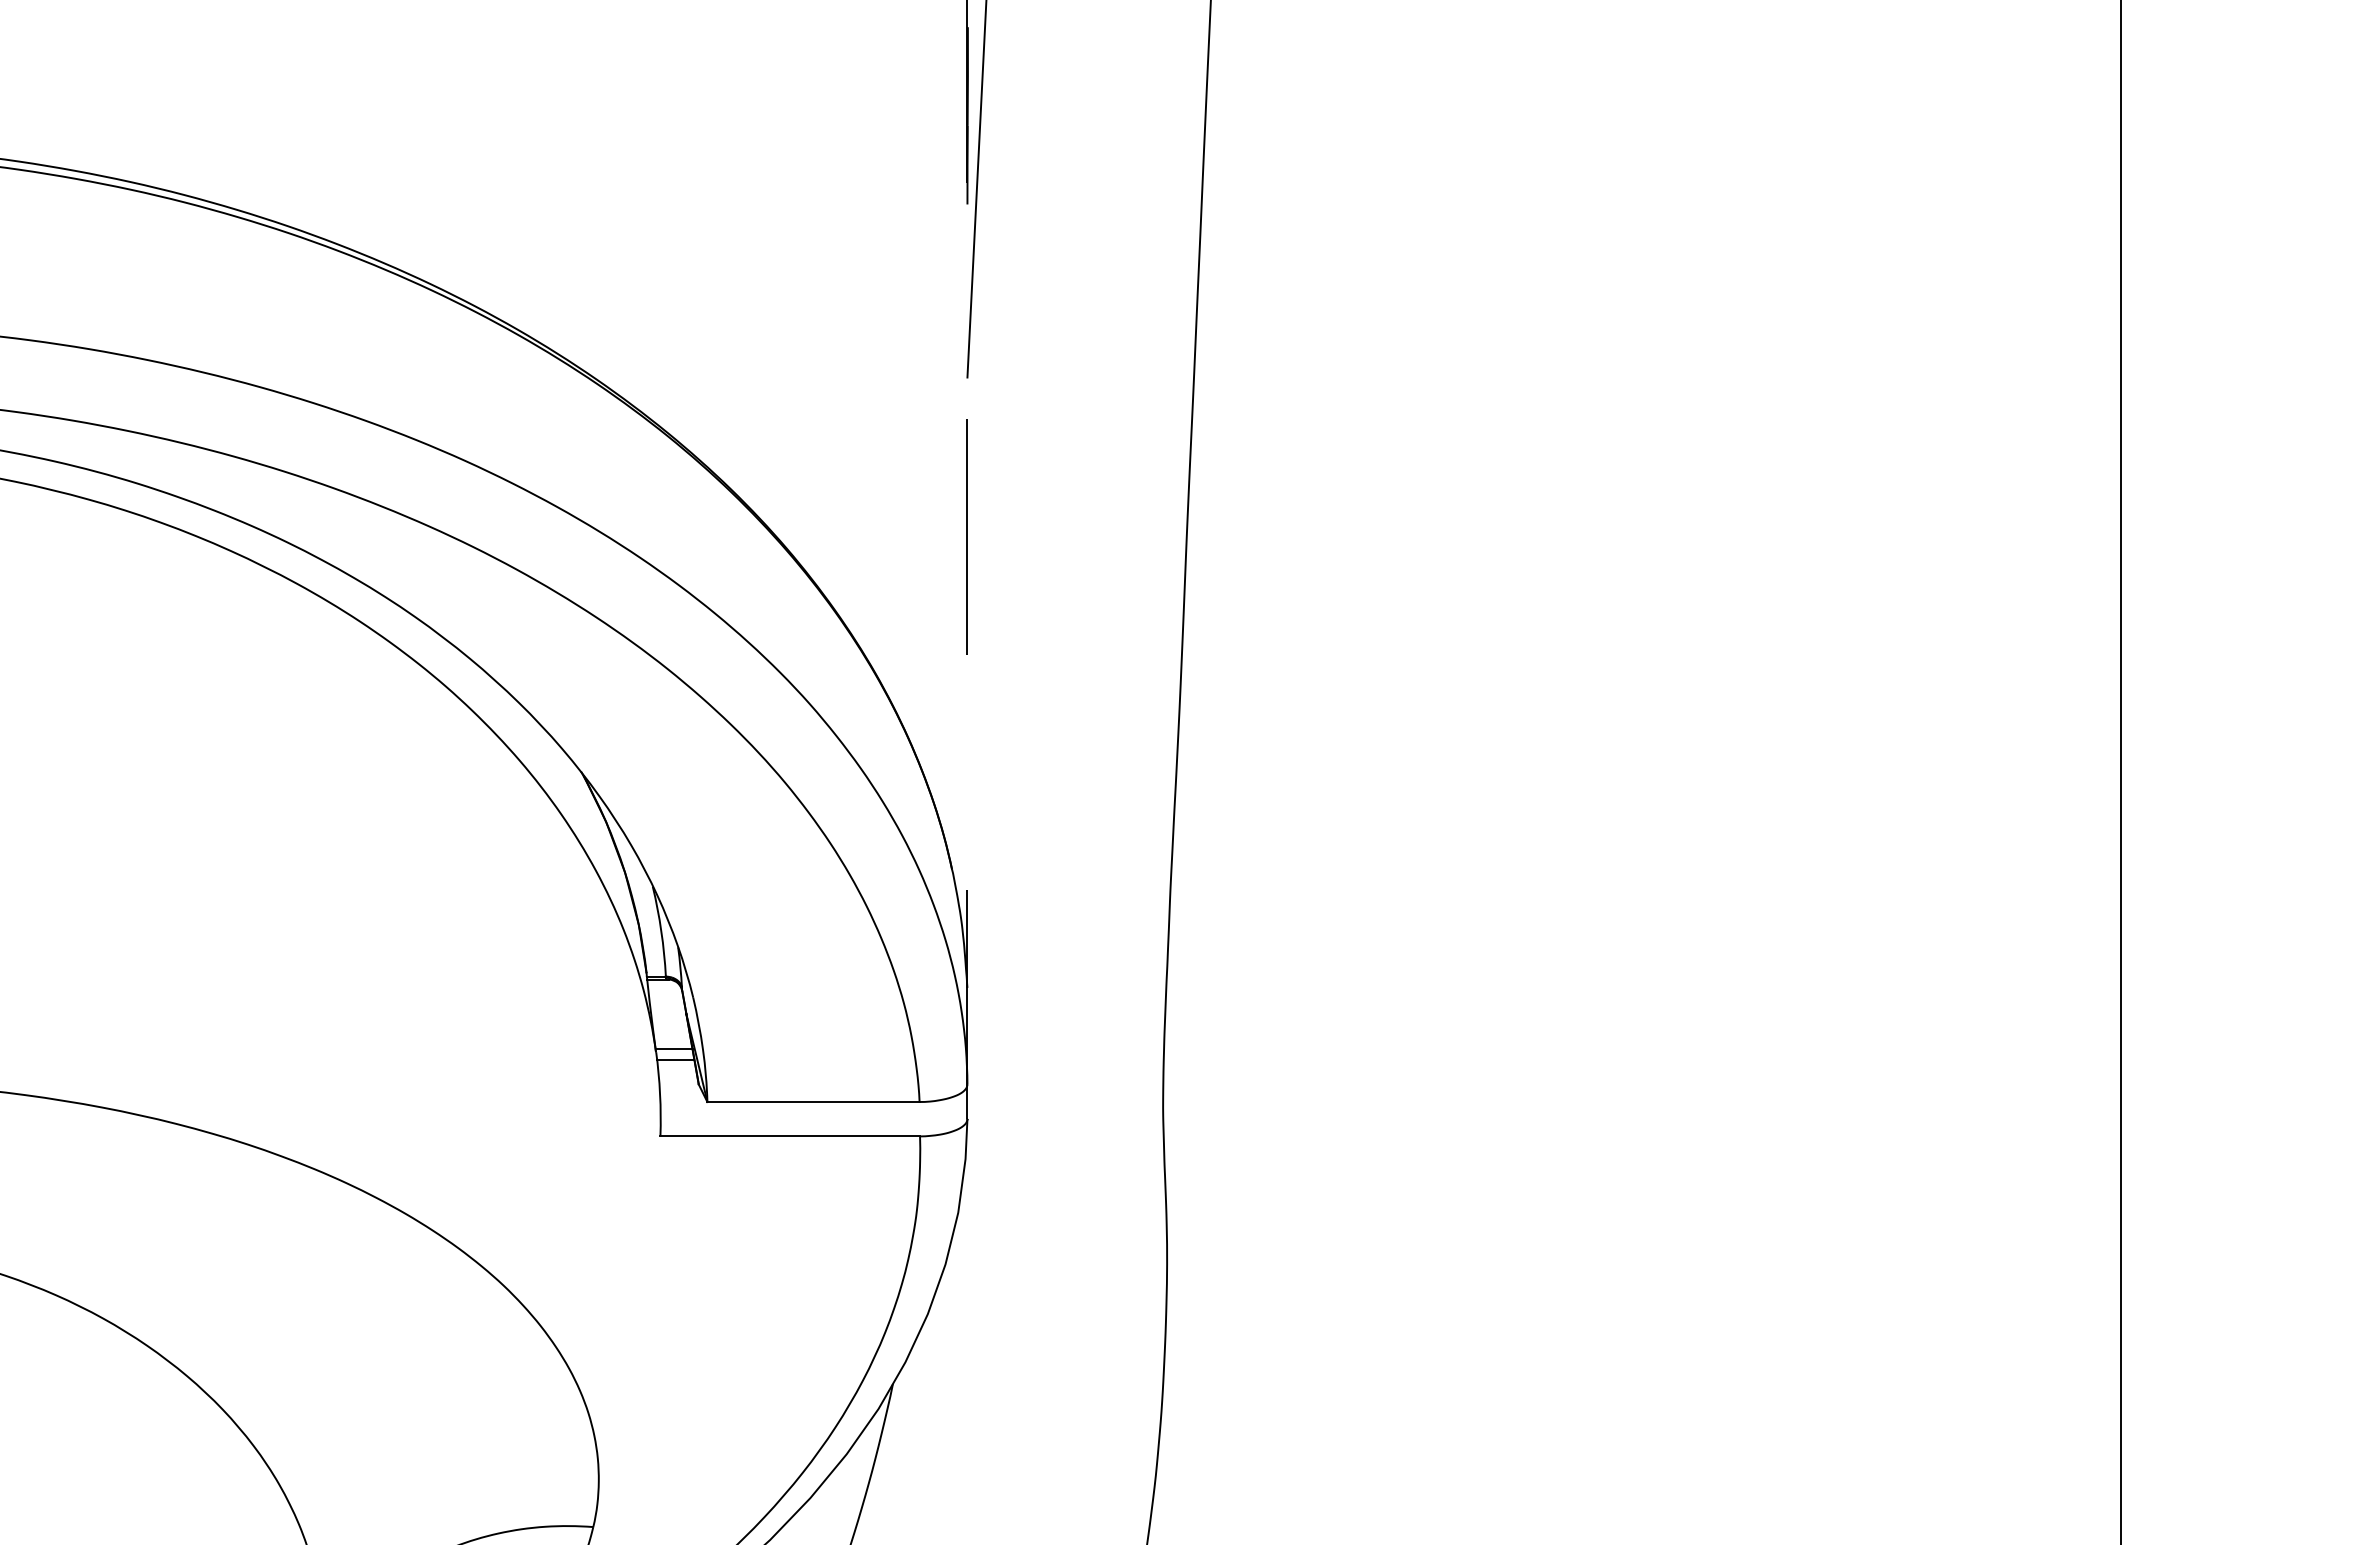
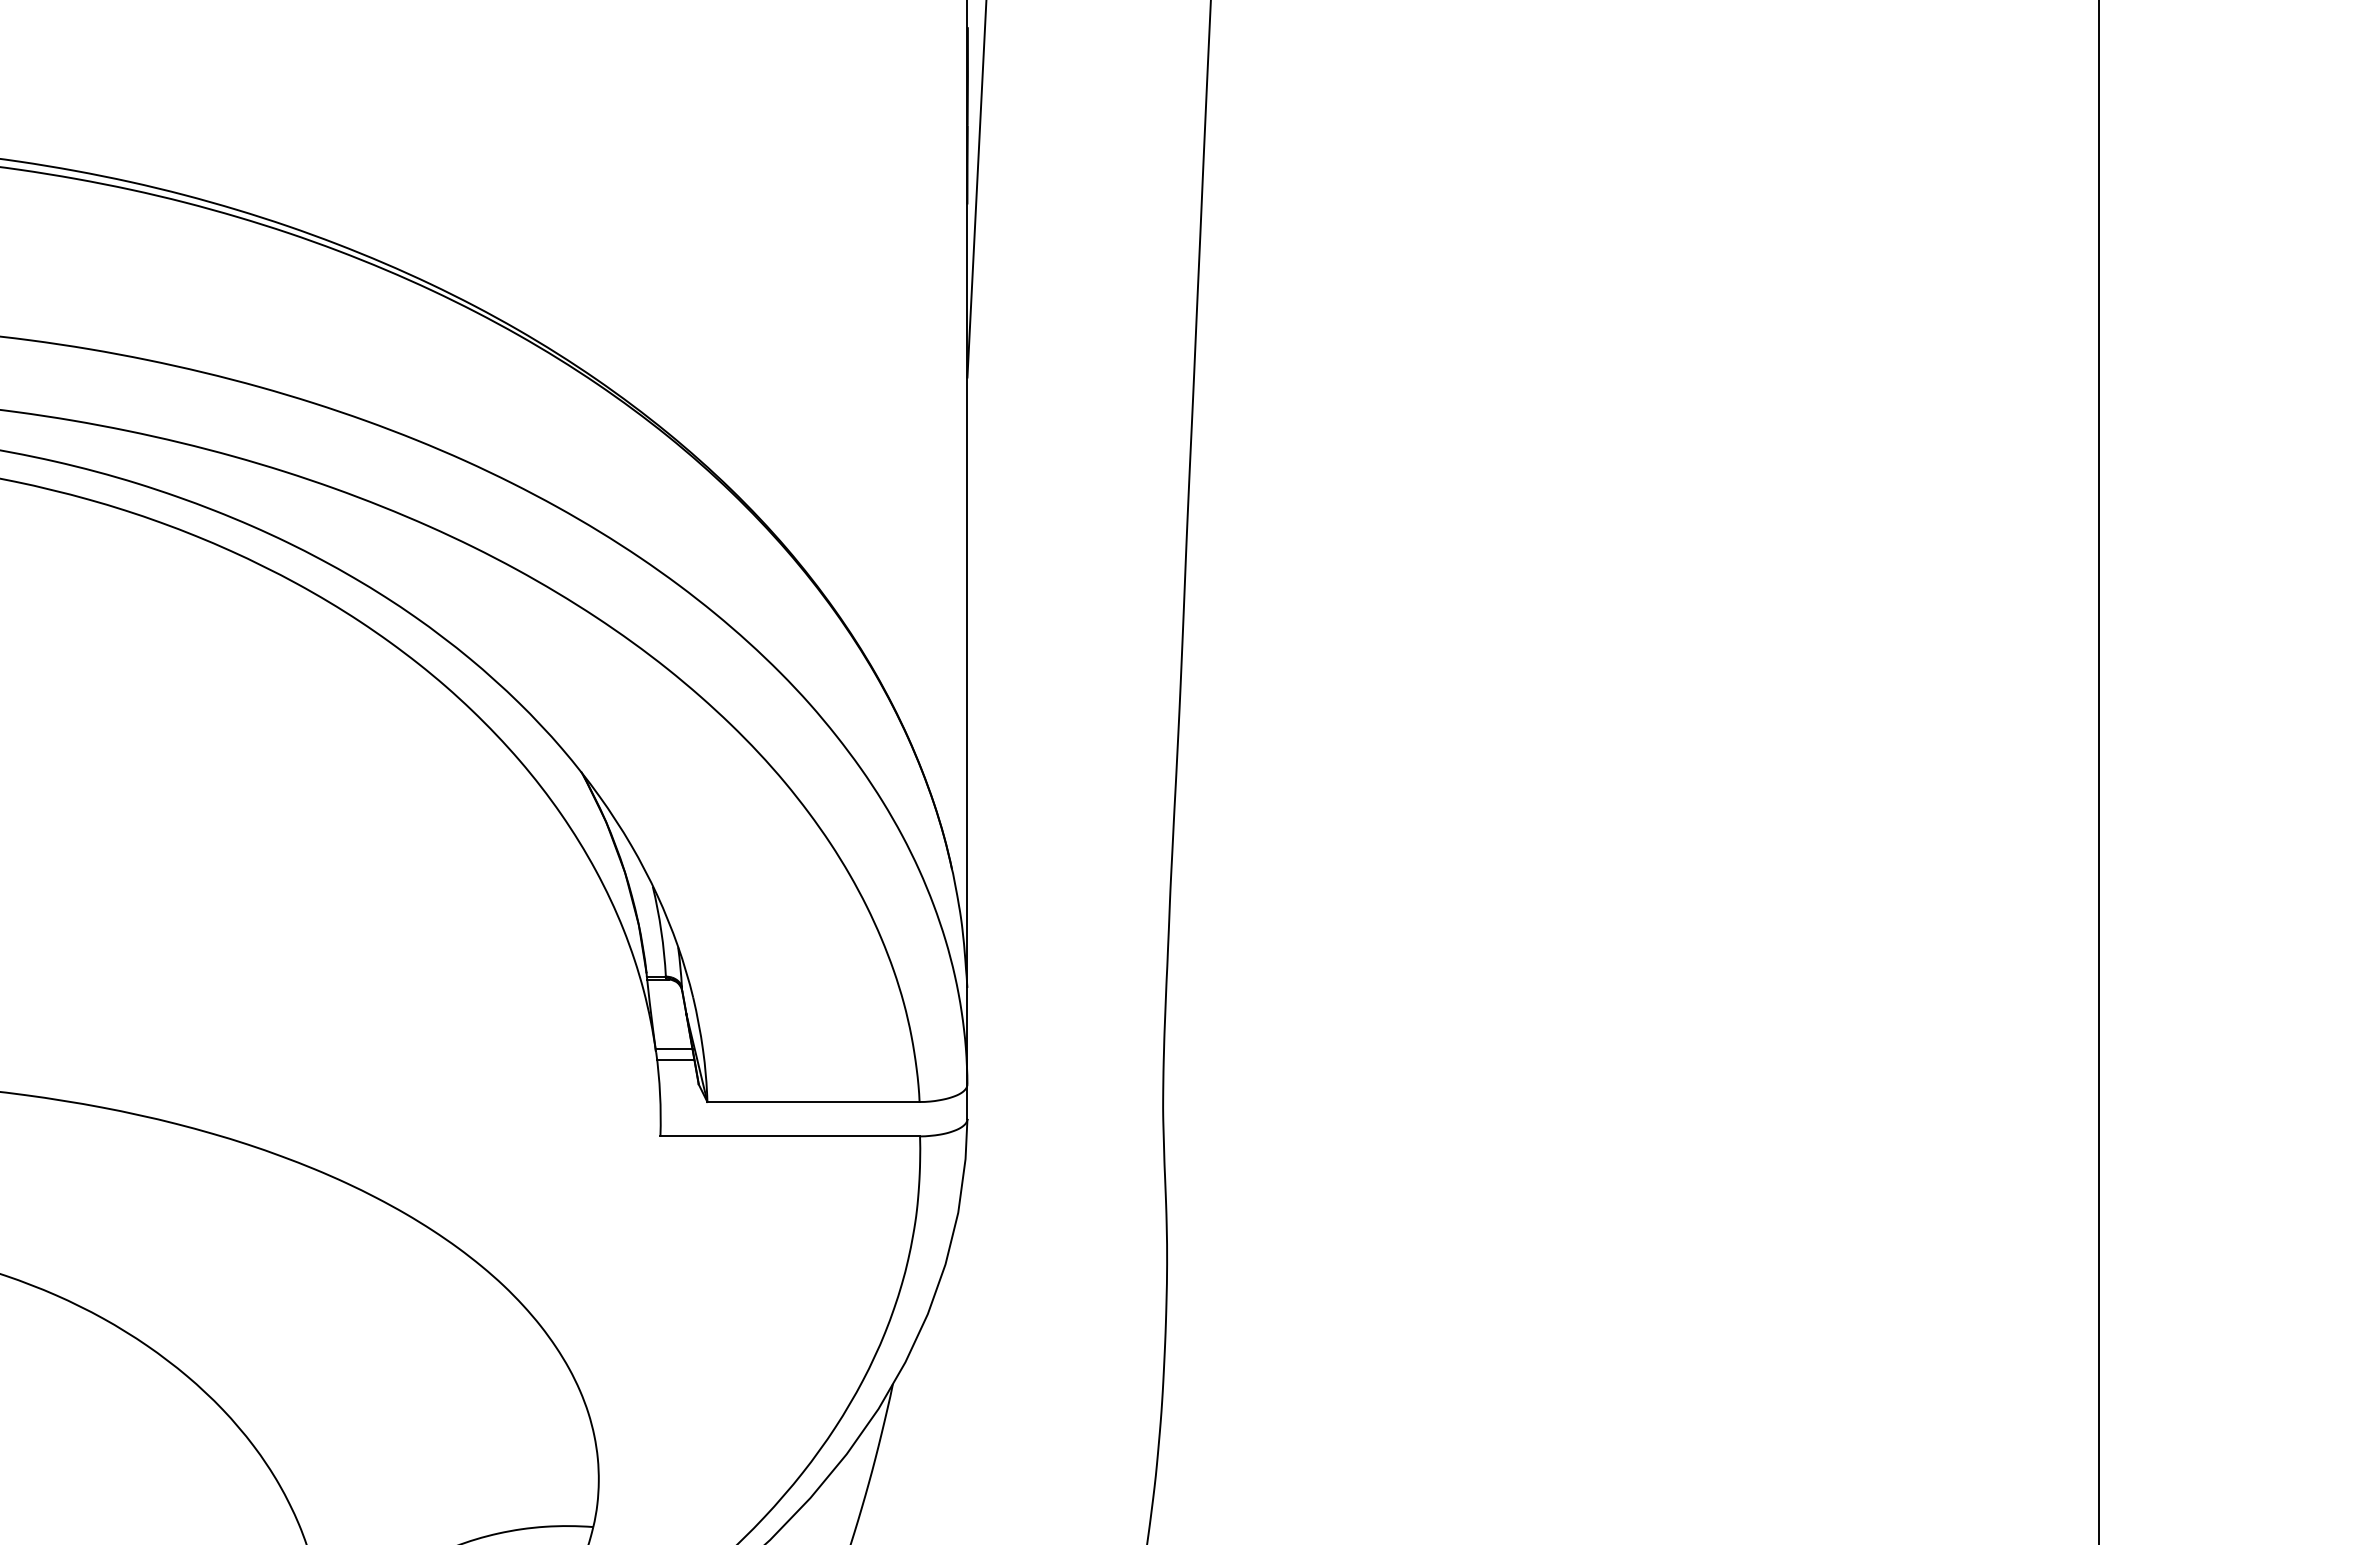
line at (967, 560): dashed -> solid
line at (2120, 771) position: (2120, 771) -> (2098, 771)
